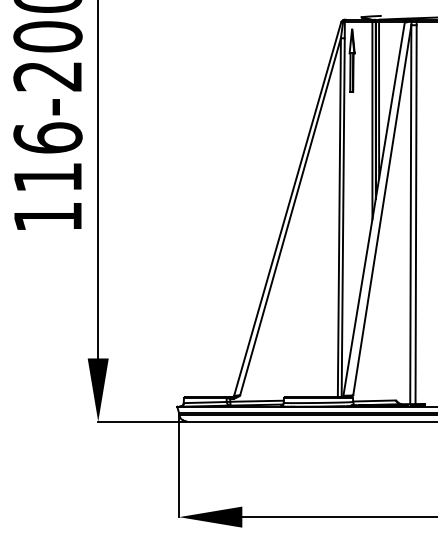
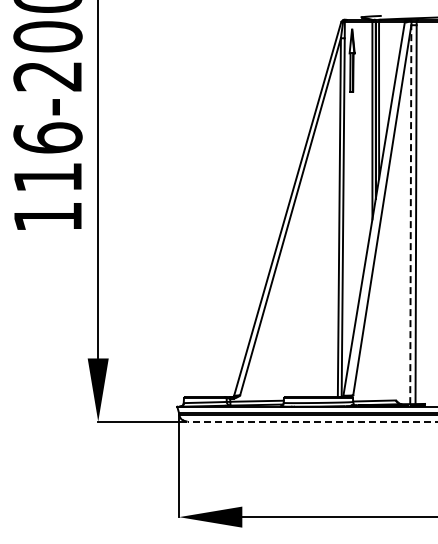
line at (410, 214): solid -> dashed
line at (312, 421): solid -> dashed
